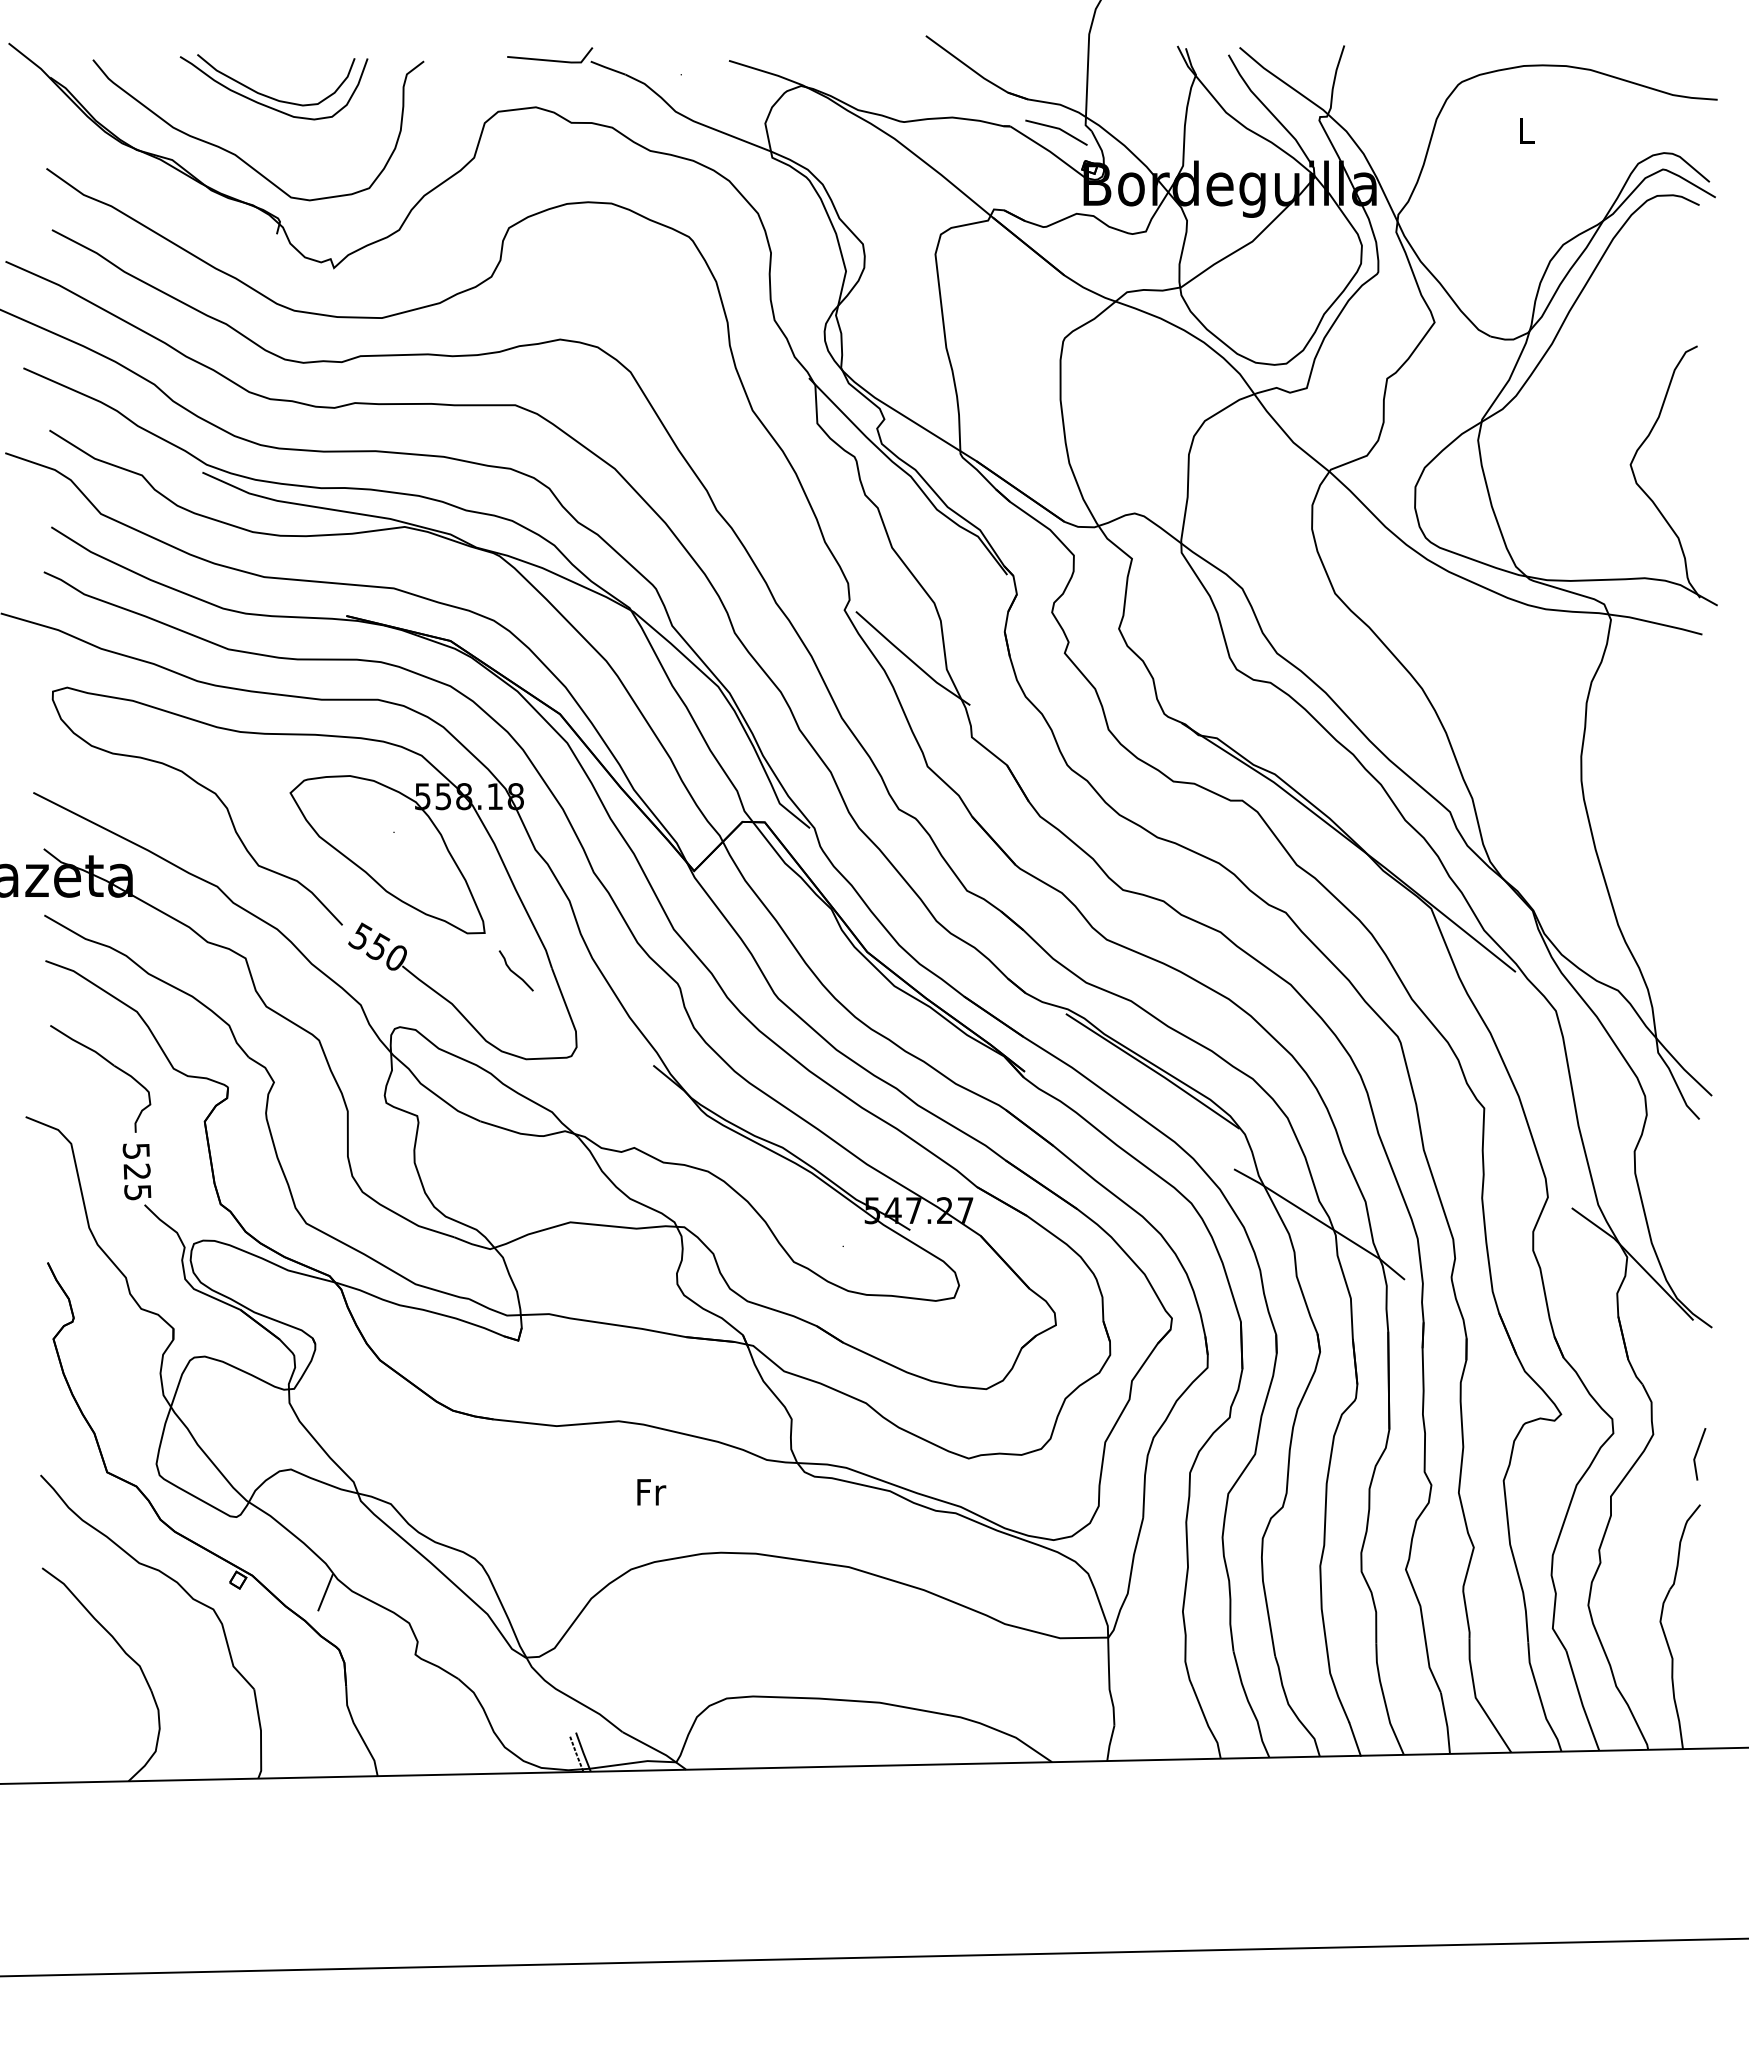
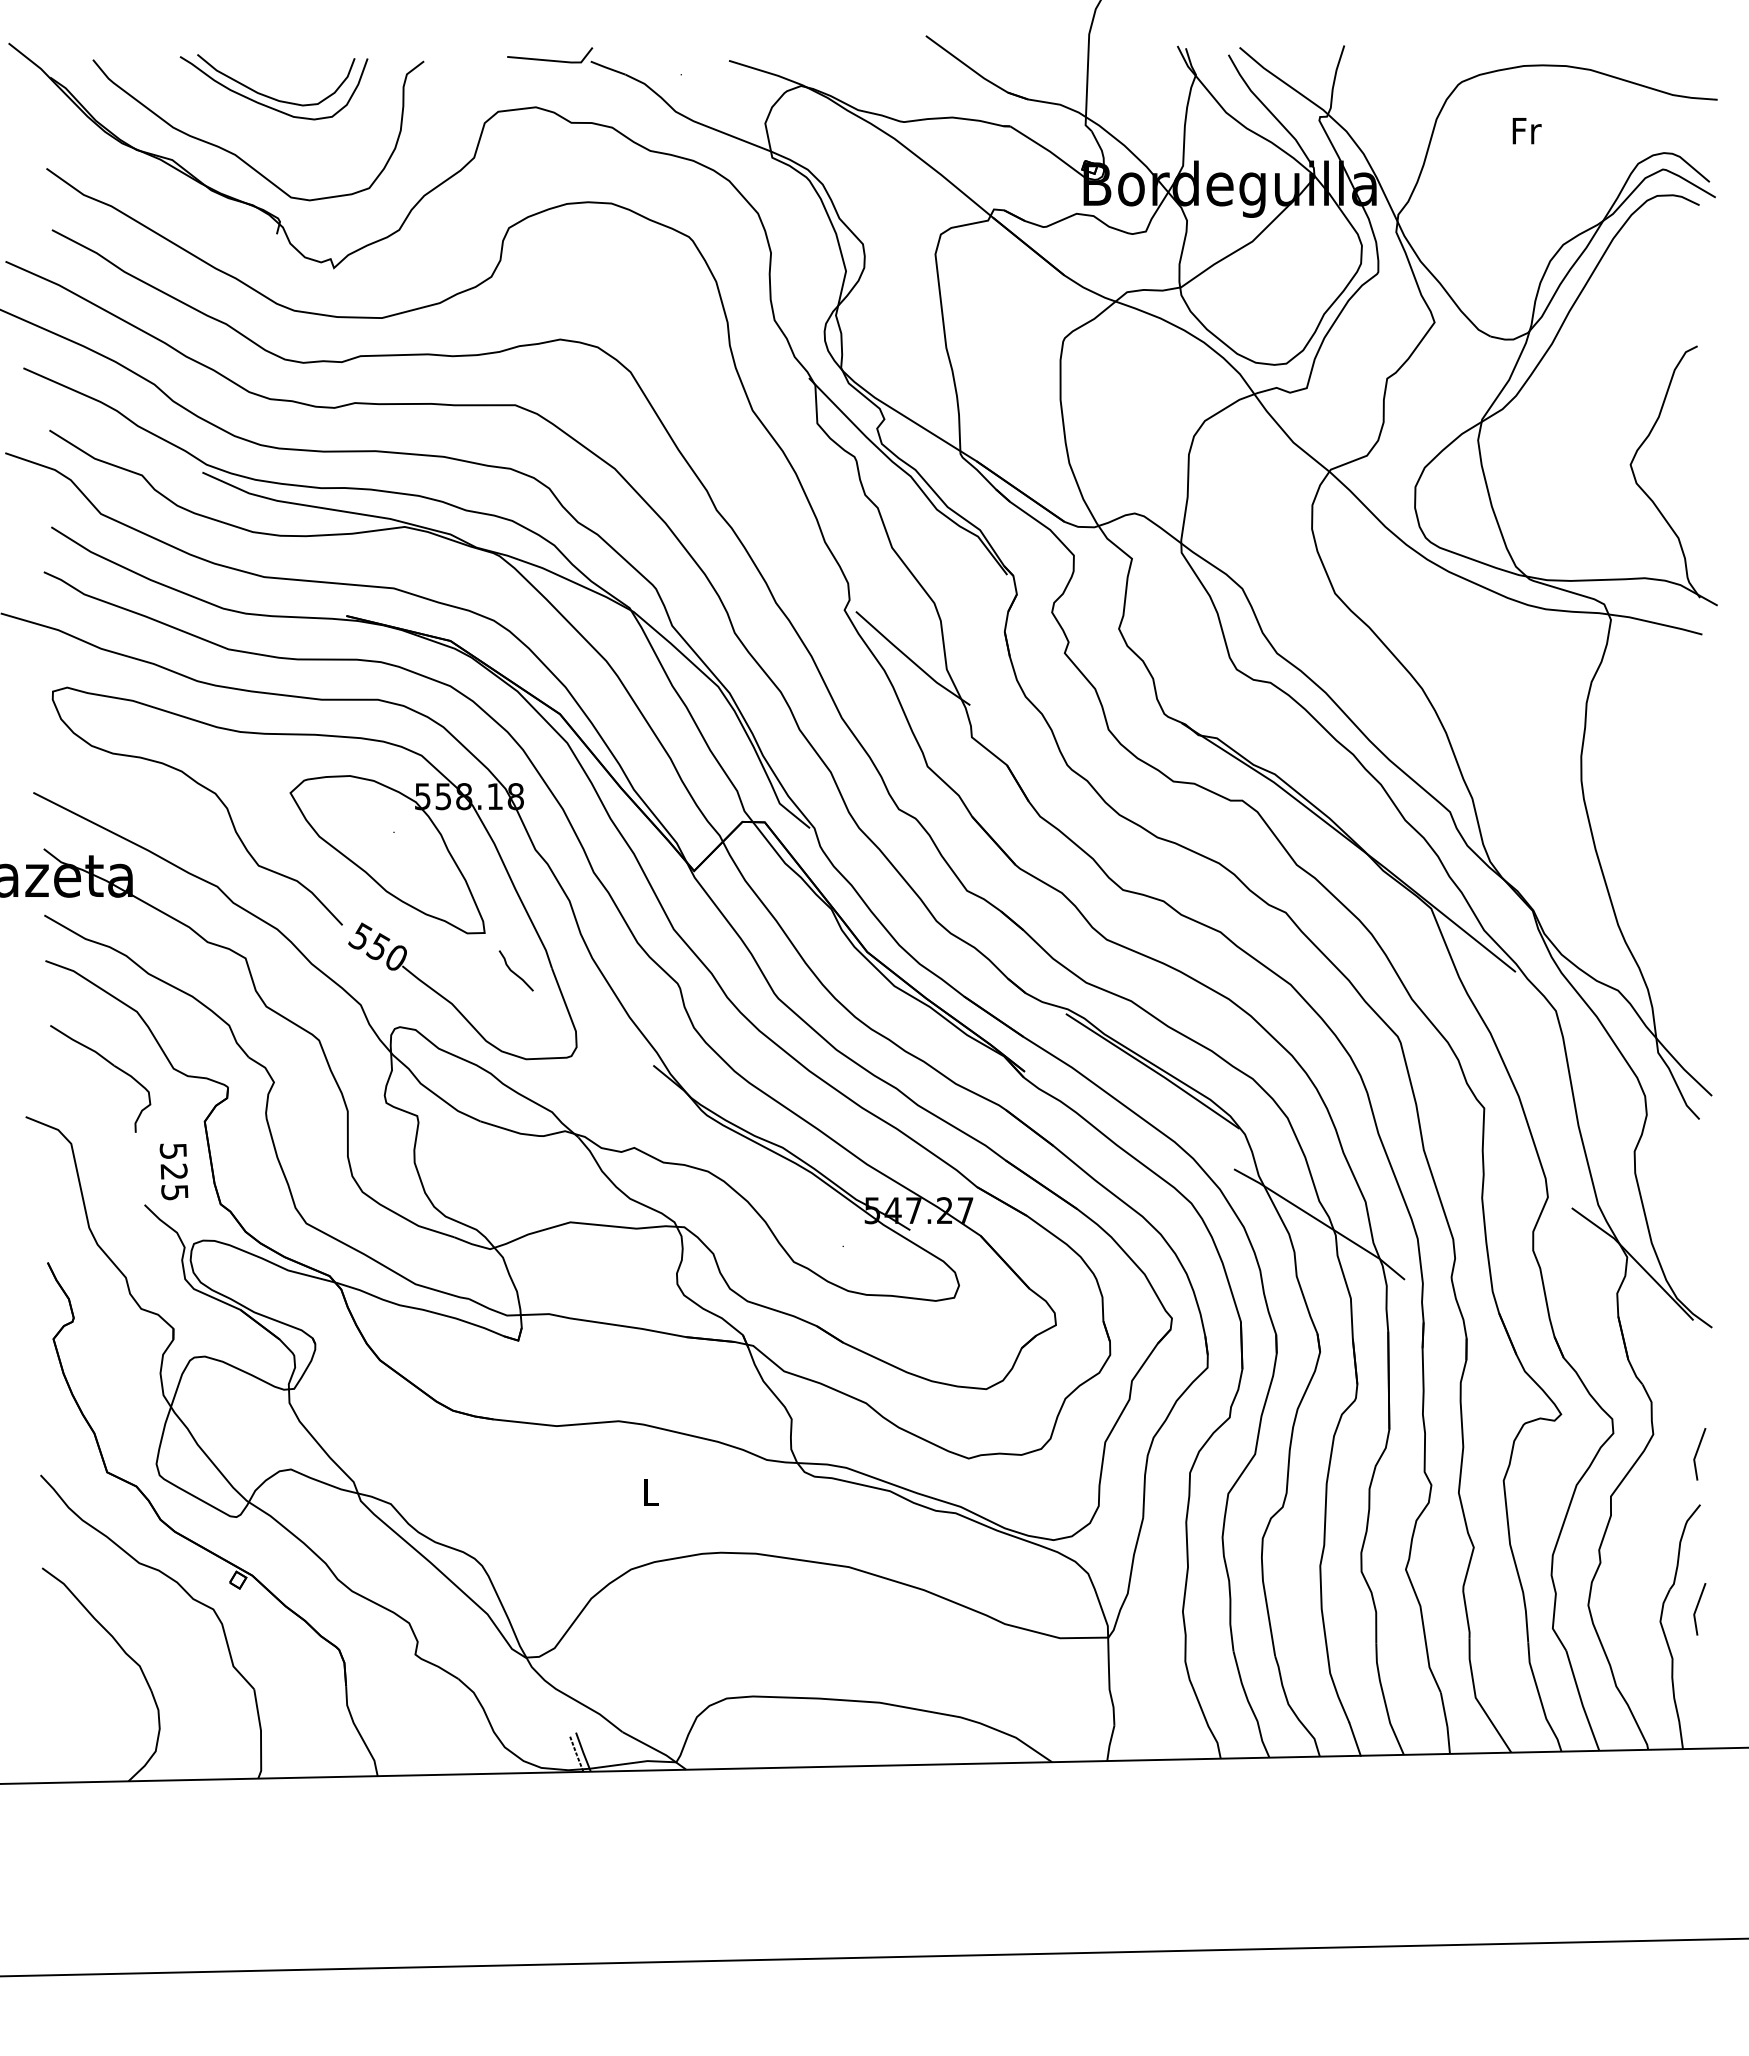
line at (1057, 129): present -> none
text at (1526, 131): L -> Fr
text at (136, 1171) position: (136, 1171) -> (173, 1171)
text at (651, 1492): Fr -> L
line at (325, 1592): present -> none
line at (1697, 1608): none -> present
